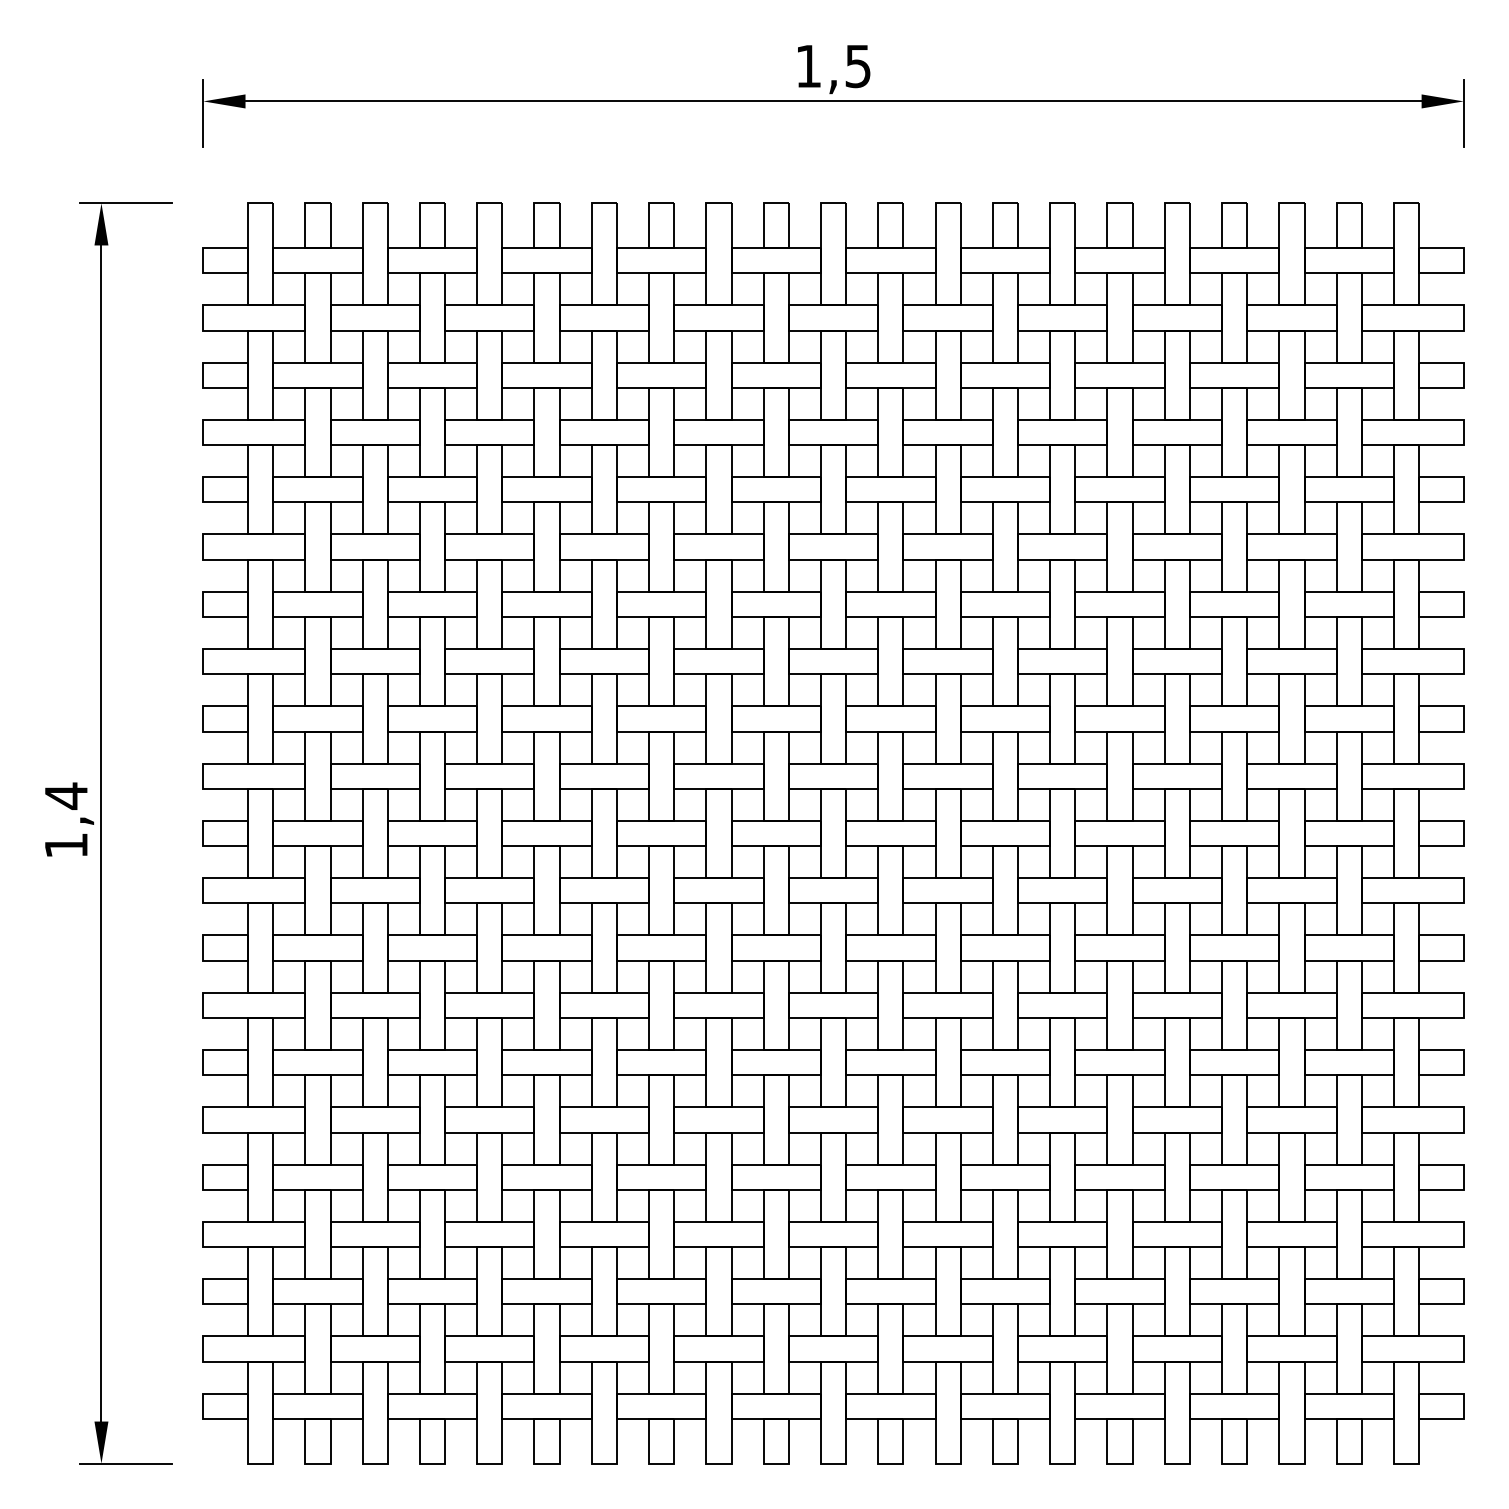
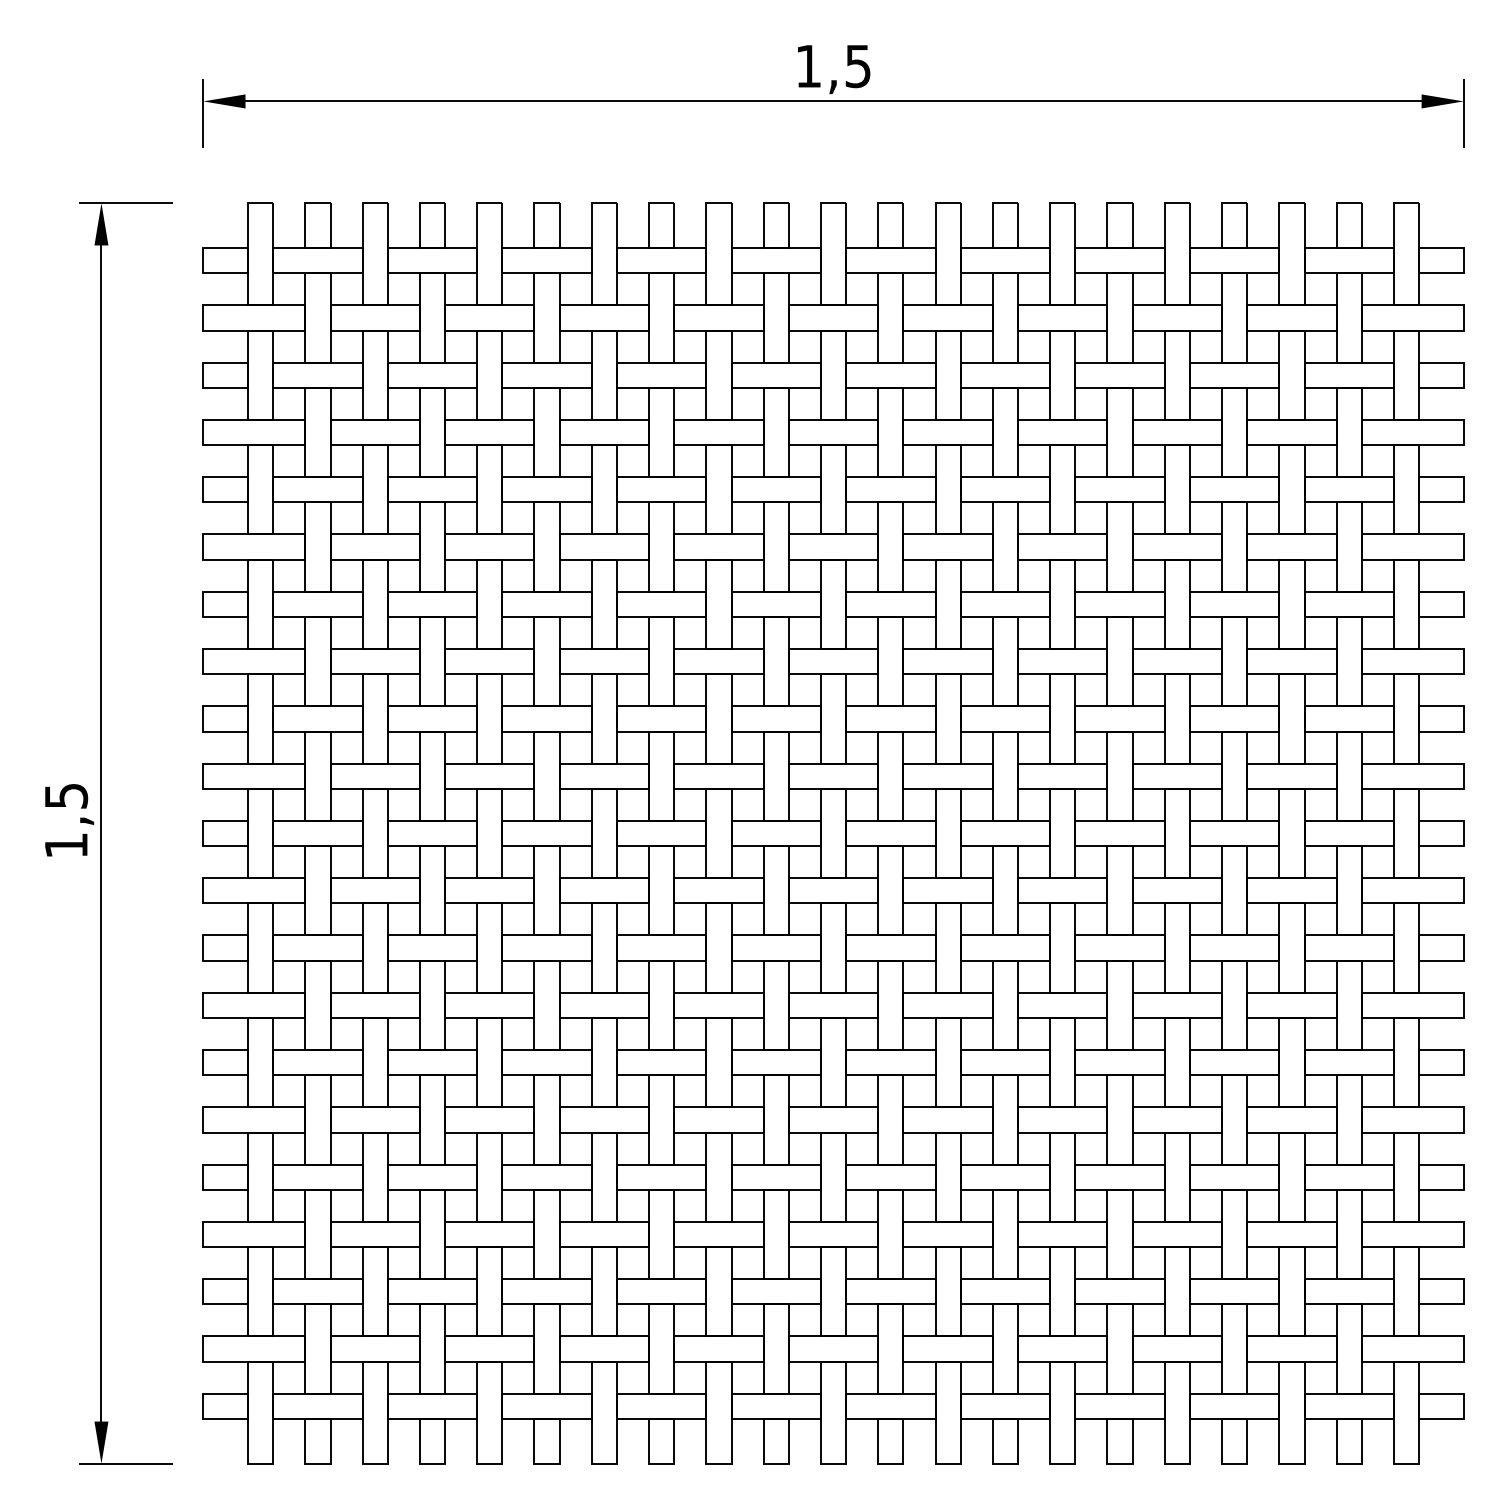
text at (66, 795): 1,4 -> 1,5
